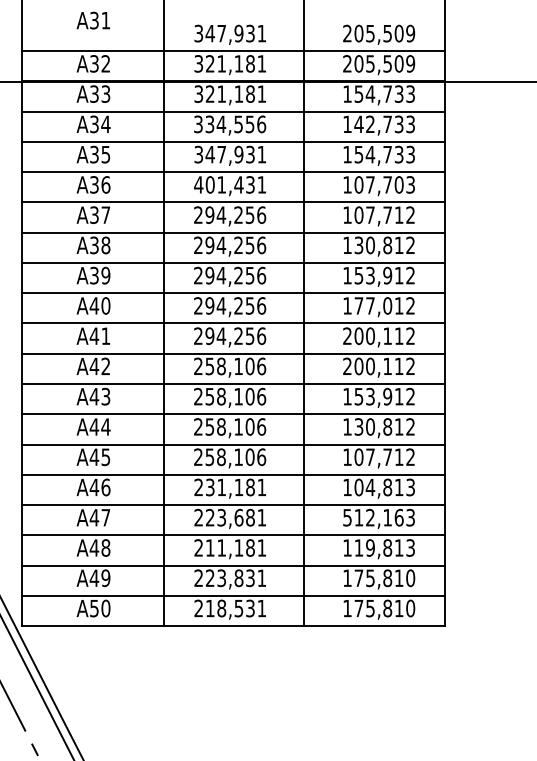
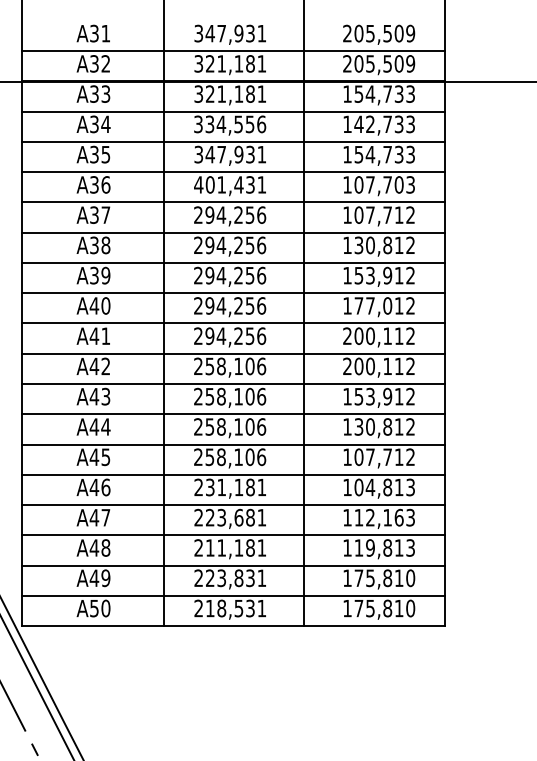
text at (92, 20) position: (92, 20) -> (92, 33)
text at (347, 517): 512,163 -> 112,163
